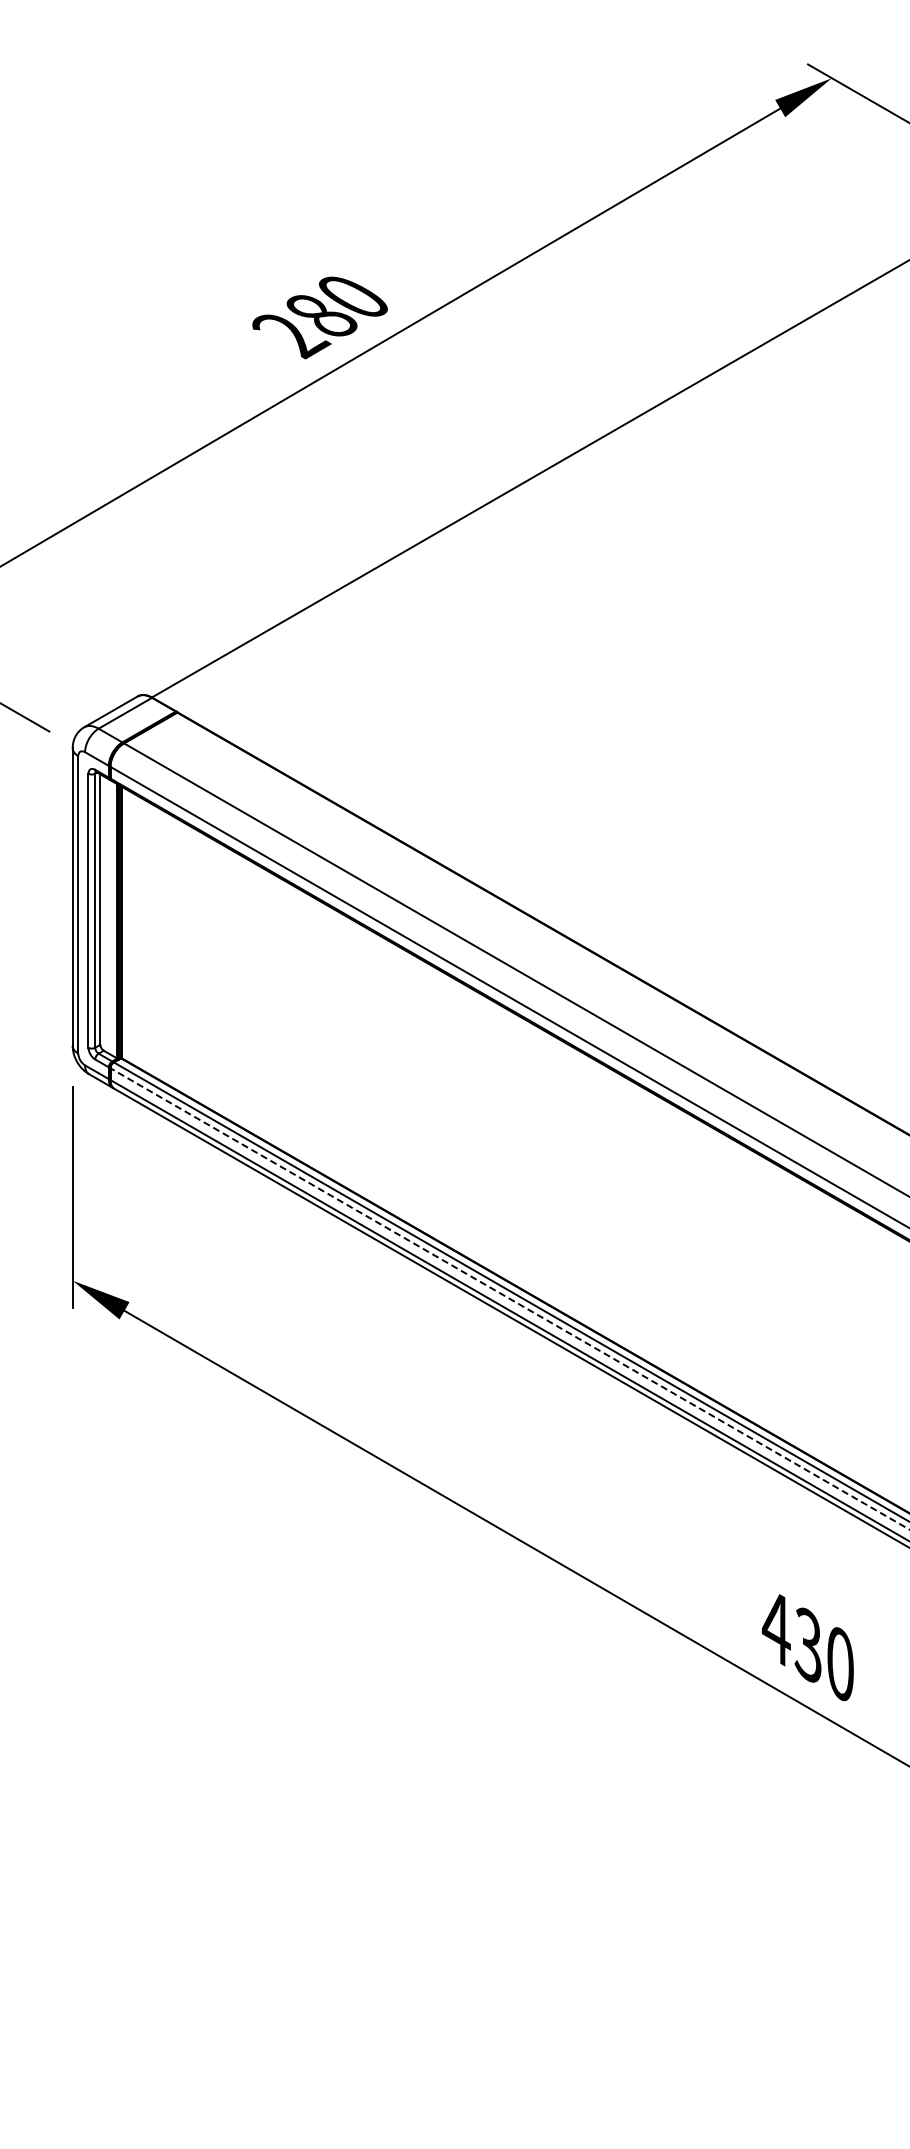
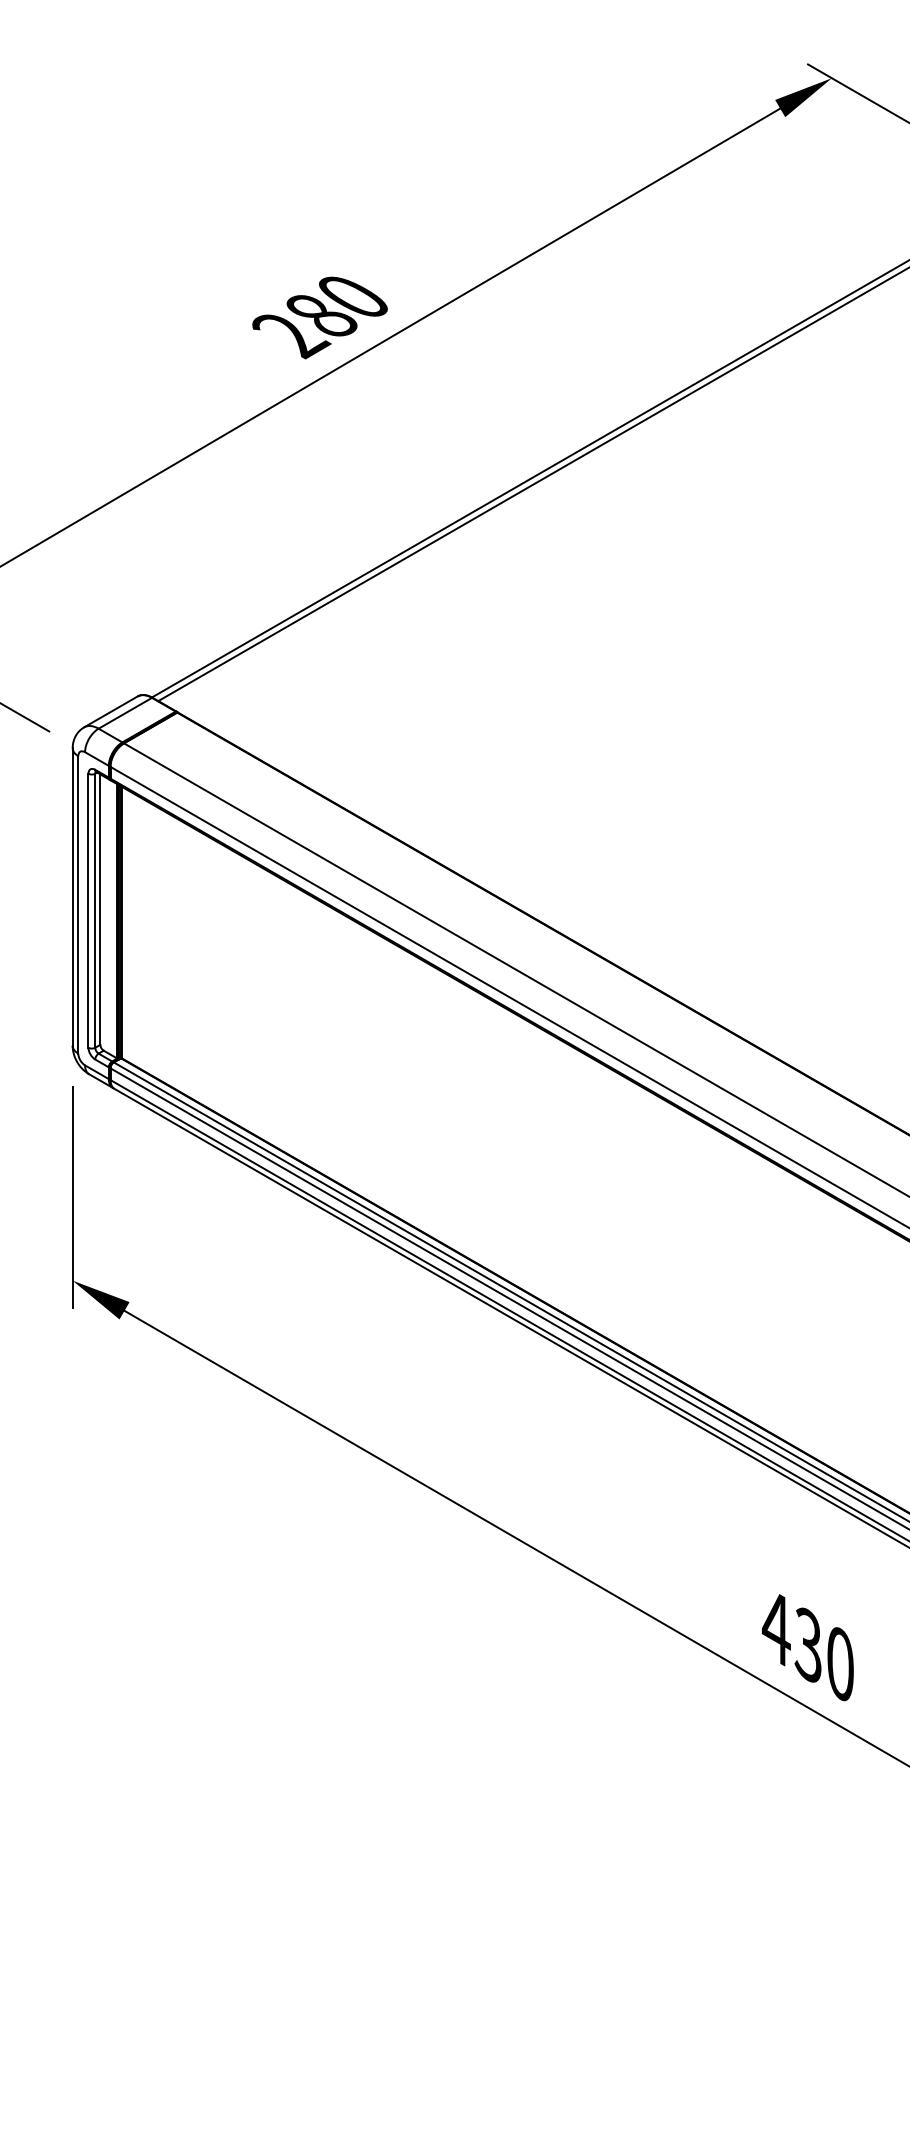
line at (532, 485): none -> present
line at (509, 1298): dashed -> solid
